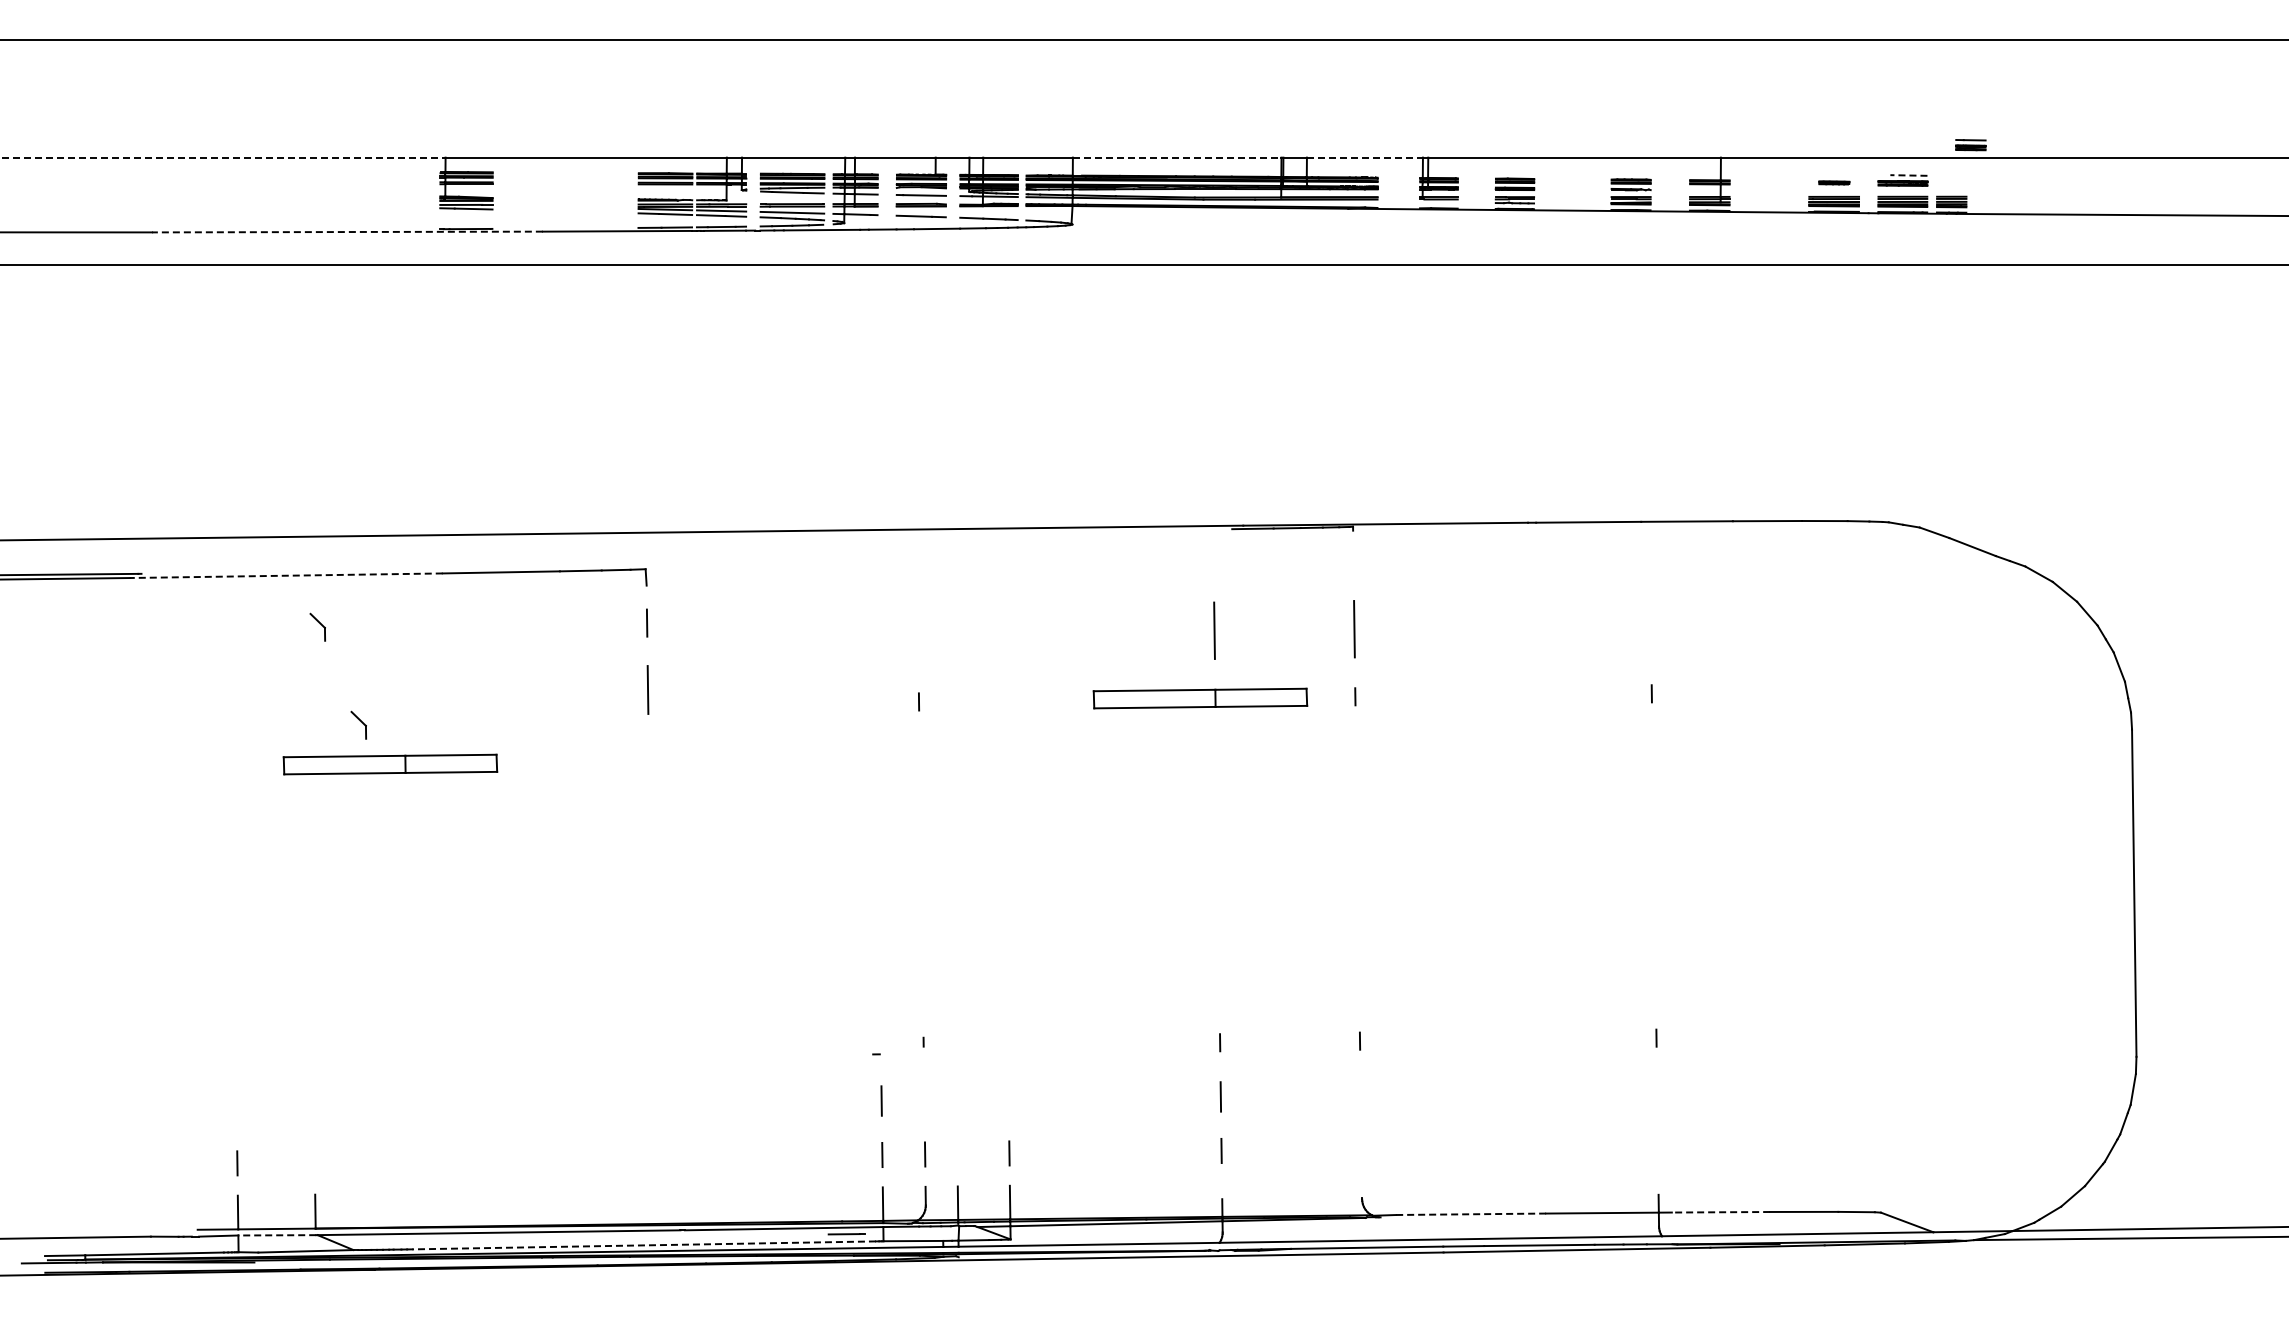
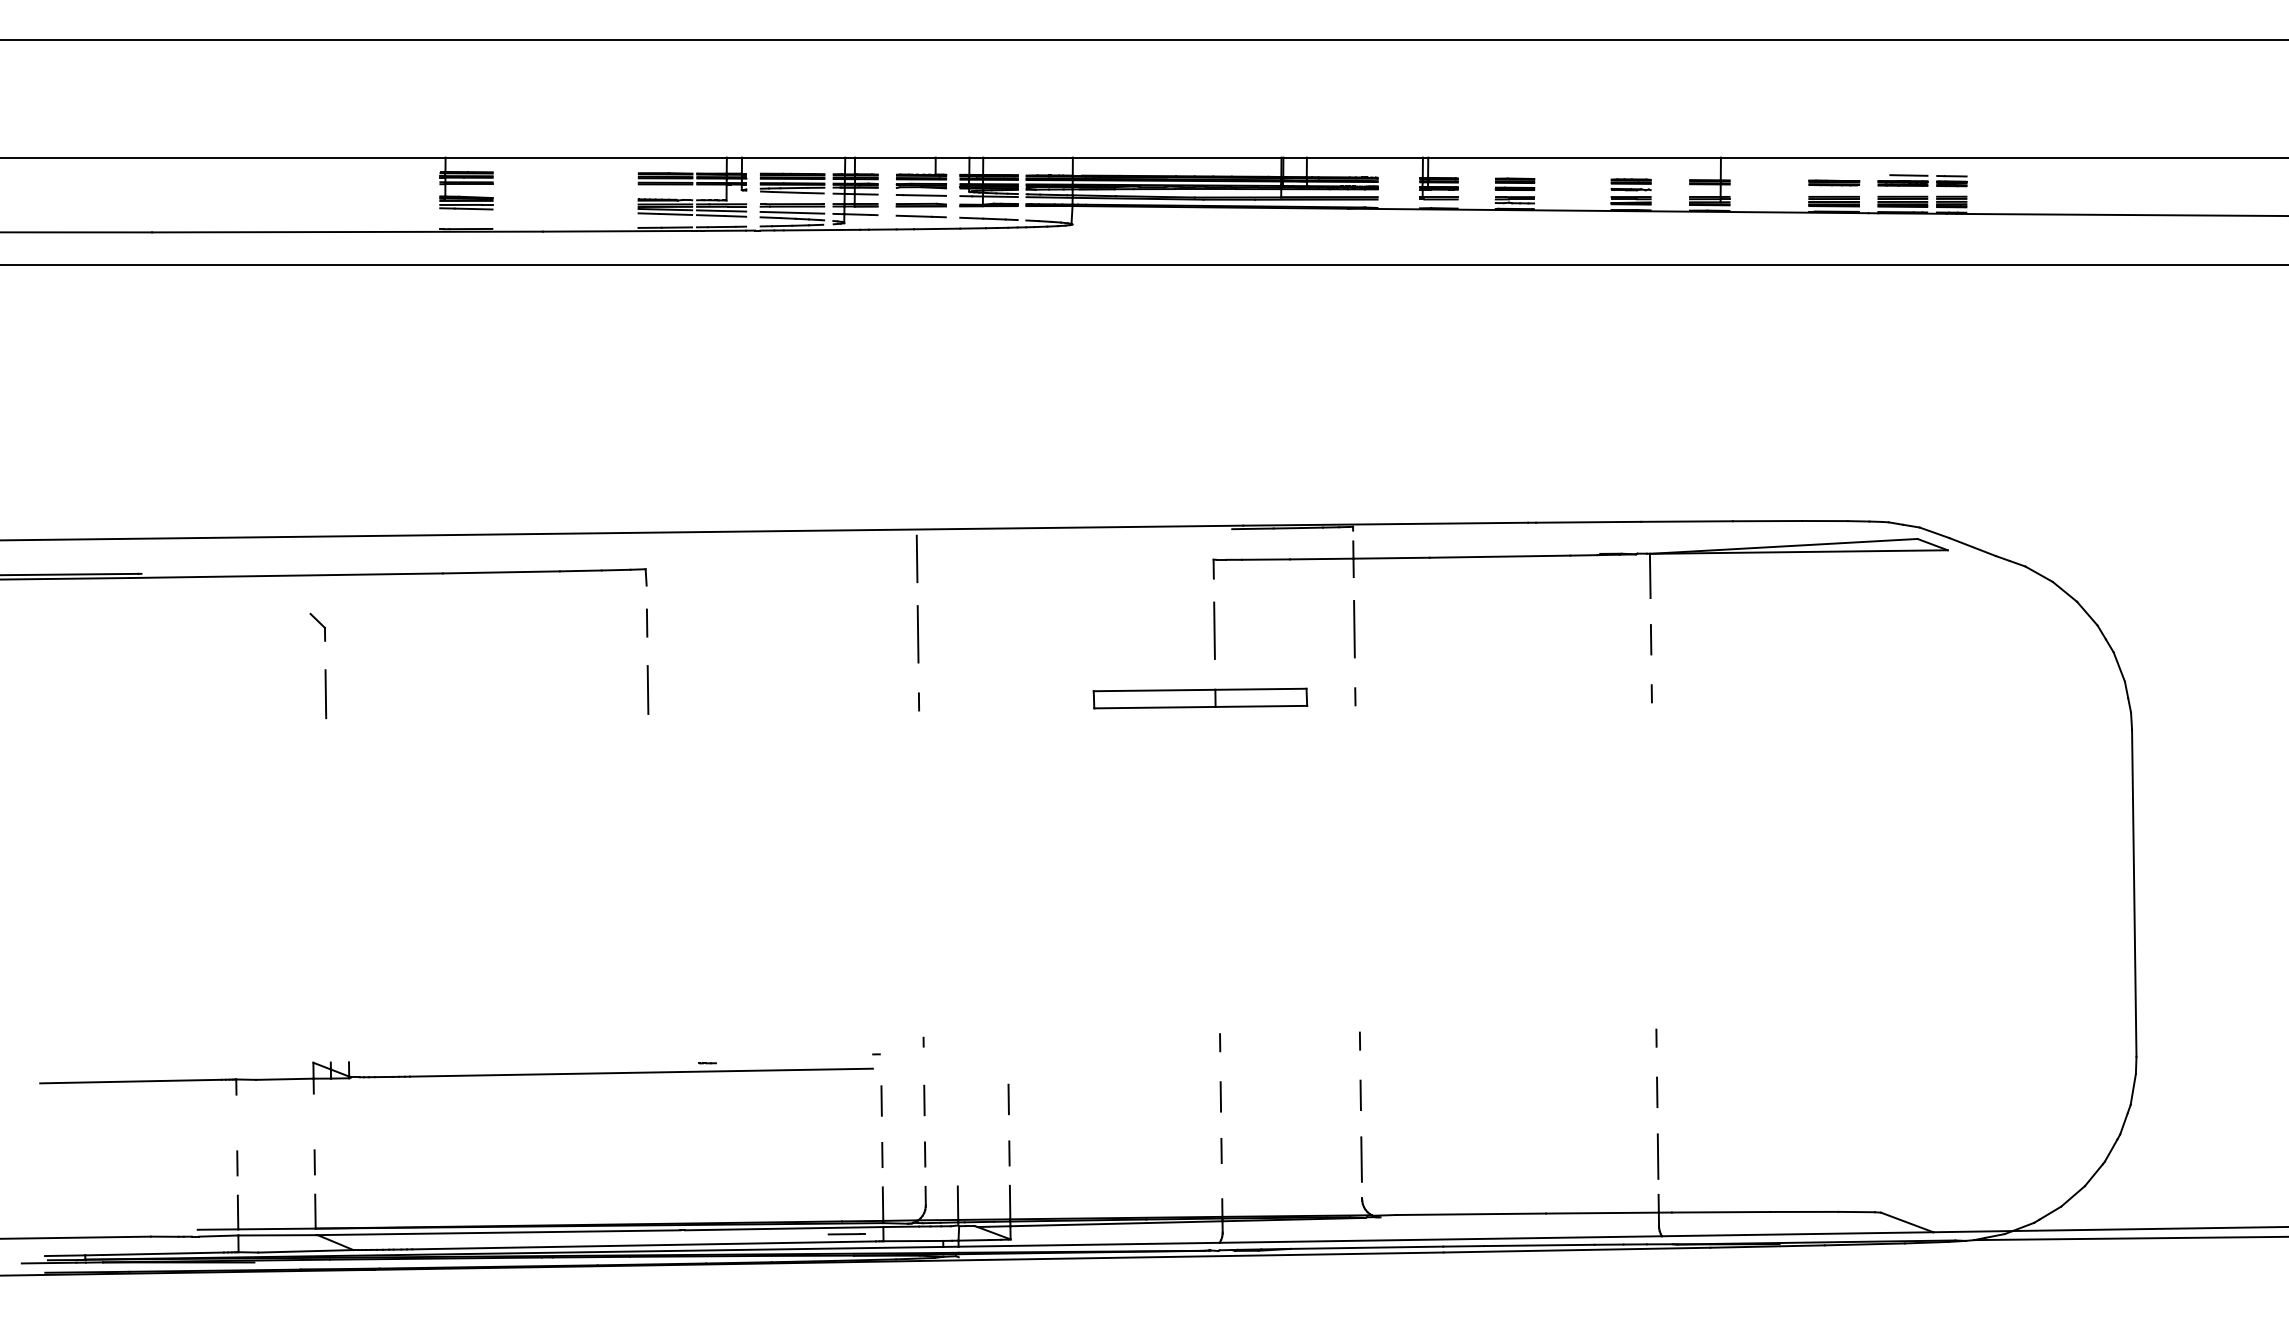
part at (1970, 145) position: (1970, 145) -> (1951, 181)
line at (223, 157): dashed -> solid
line at (1177, 157): dashed -> solid
line at (1365, 157): dashed -> solid
line at (1908, 175): dashed -> solid
part at (1834, 182) size: 33x6 px -> 53x8 px
line at (346, 232): dashed -> solid
part at (1580, 556): none -> present
line at (916, 558): none -> present
line at (286, 575): dashed -> solid
line at (917, 634): none -> present
line at (1650, 639): none -> present
line at (325, 694): none -> present
part at (358, 724): present -> none
part at (390, 764): present -> none
part at (456, 1078): none -> present
line at (1657, 1092): none -> present
line at (1360, 1095): none -> present
line at (1008, 1099): none -> present
line at (924, 1100): none -> present
line at (1657, 1156): none -> present
line at (1361, 1159): none -> present
line at (314, 1162): none -> present
line at (1720, 1212): dashed -> solid
line at (1471, 1214): dashed -> solid
line at (277, 1235): dashed -> solid
line at (644, 1245): dashed -> solid
